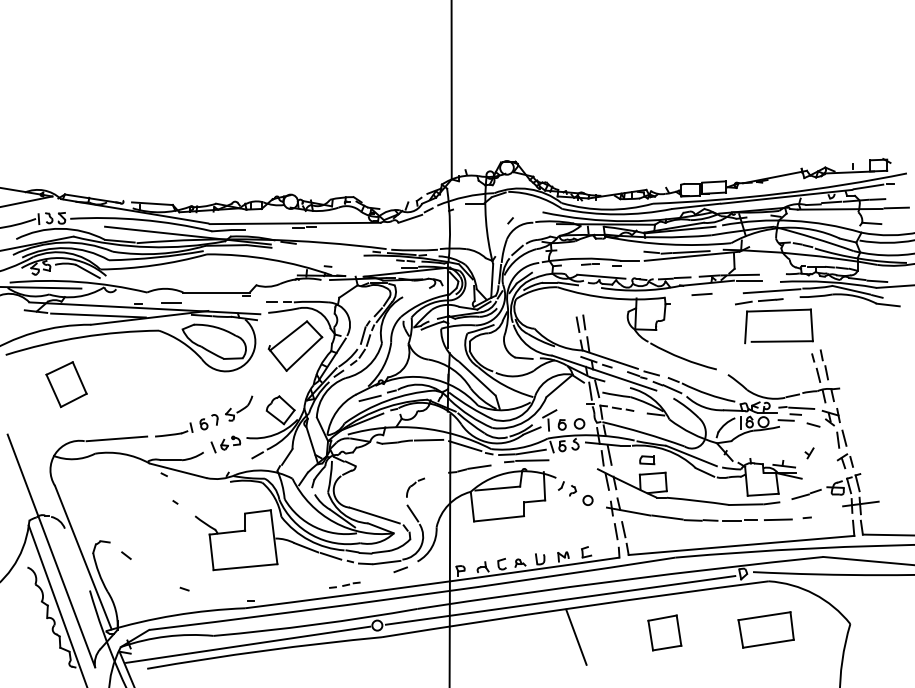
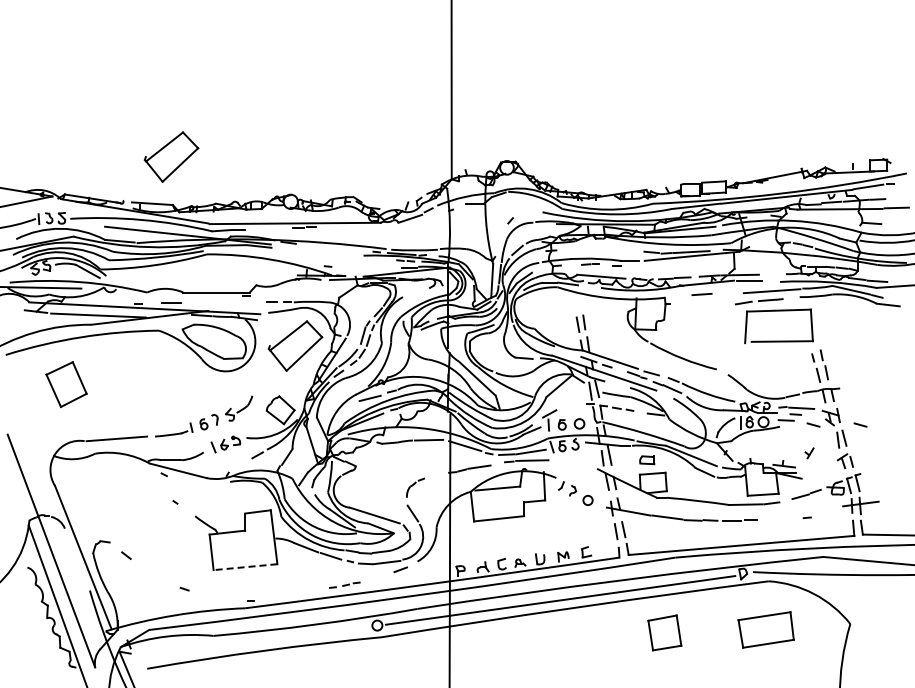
part at (171, 156): none -> present
line at (860, 424): none -> present
line at (777, 519): present -> none
line at (245, 567): solid -> dashed
line at (576, 636): present -> none
line at (248, 644): present -> none
